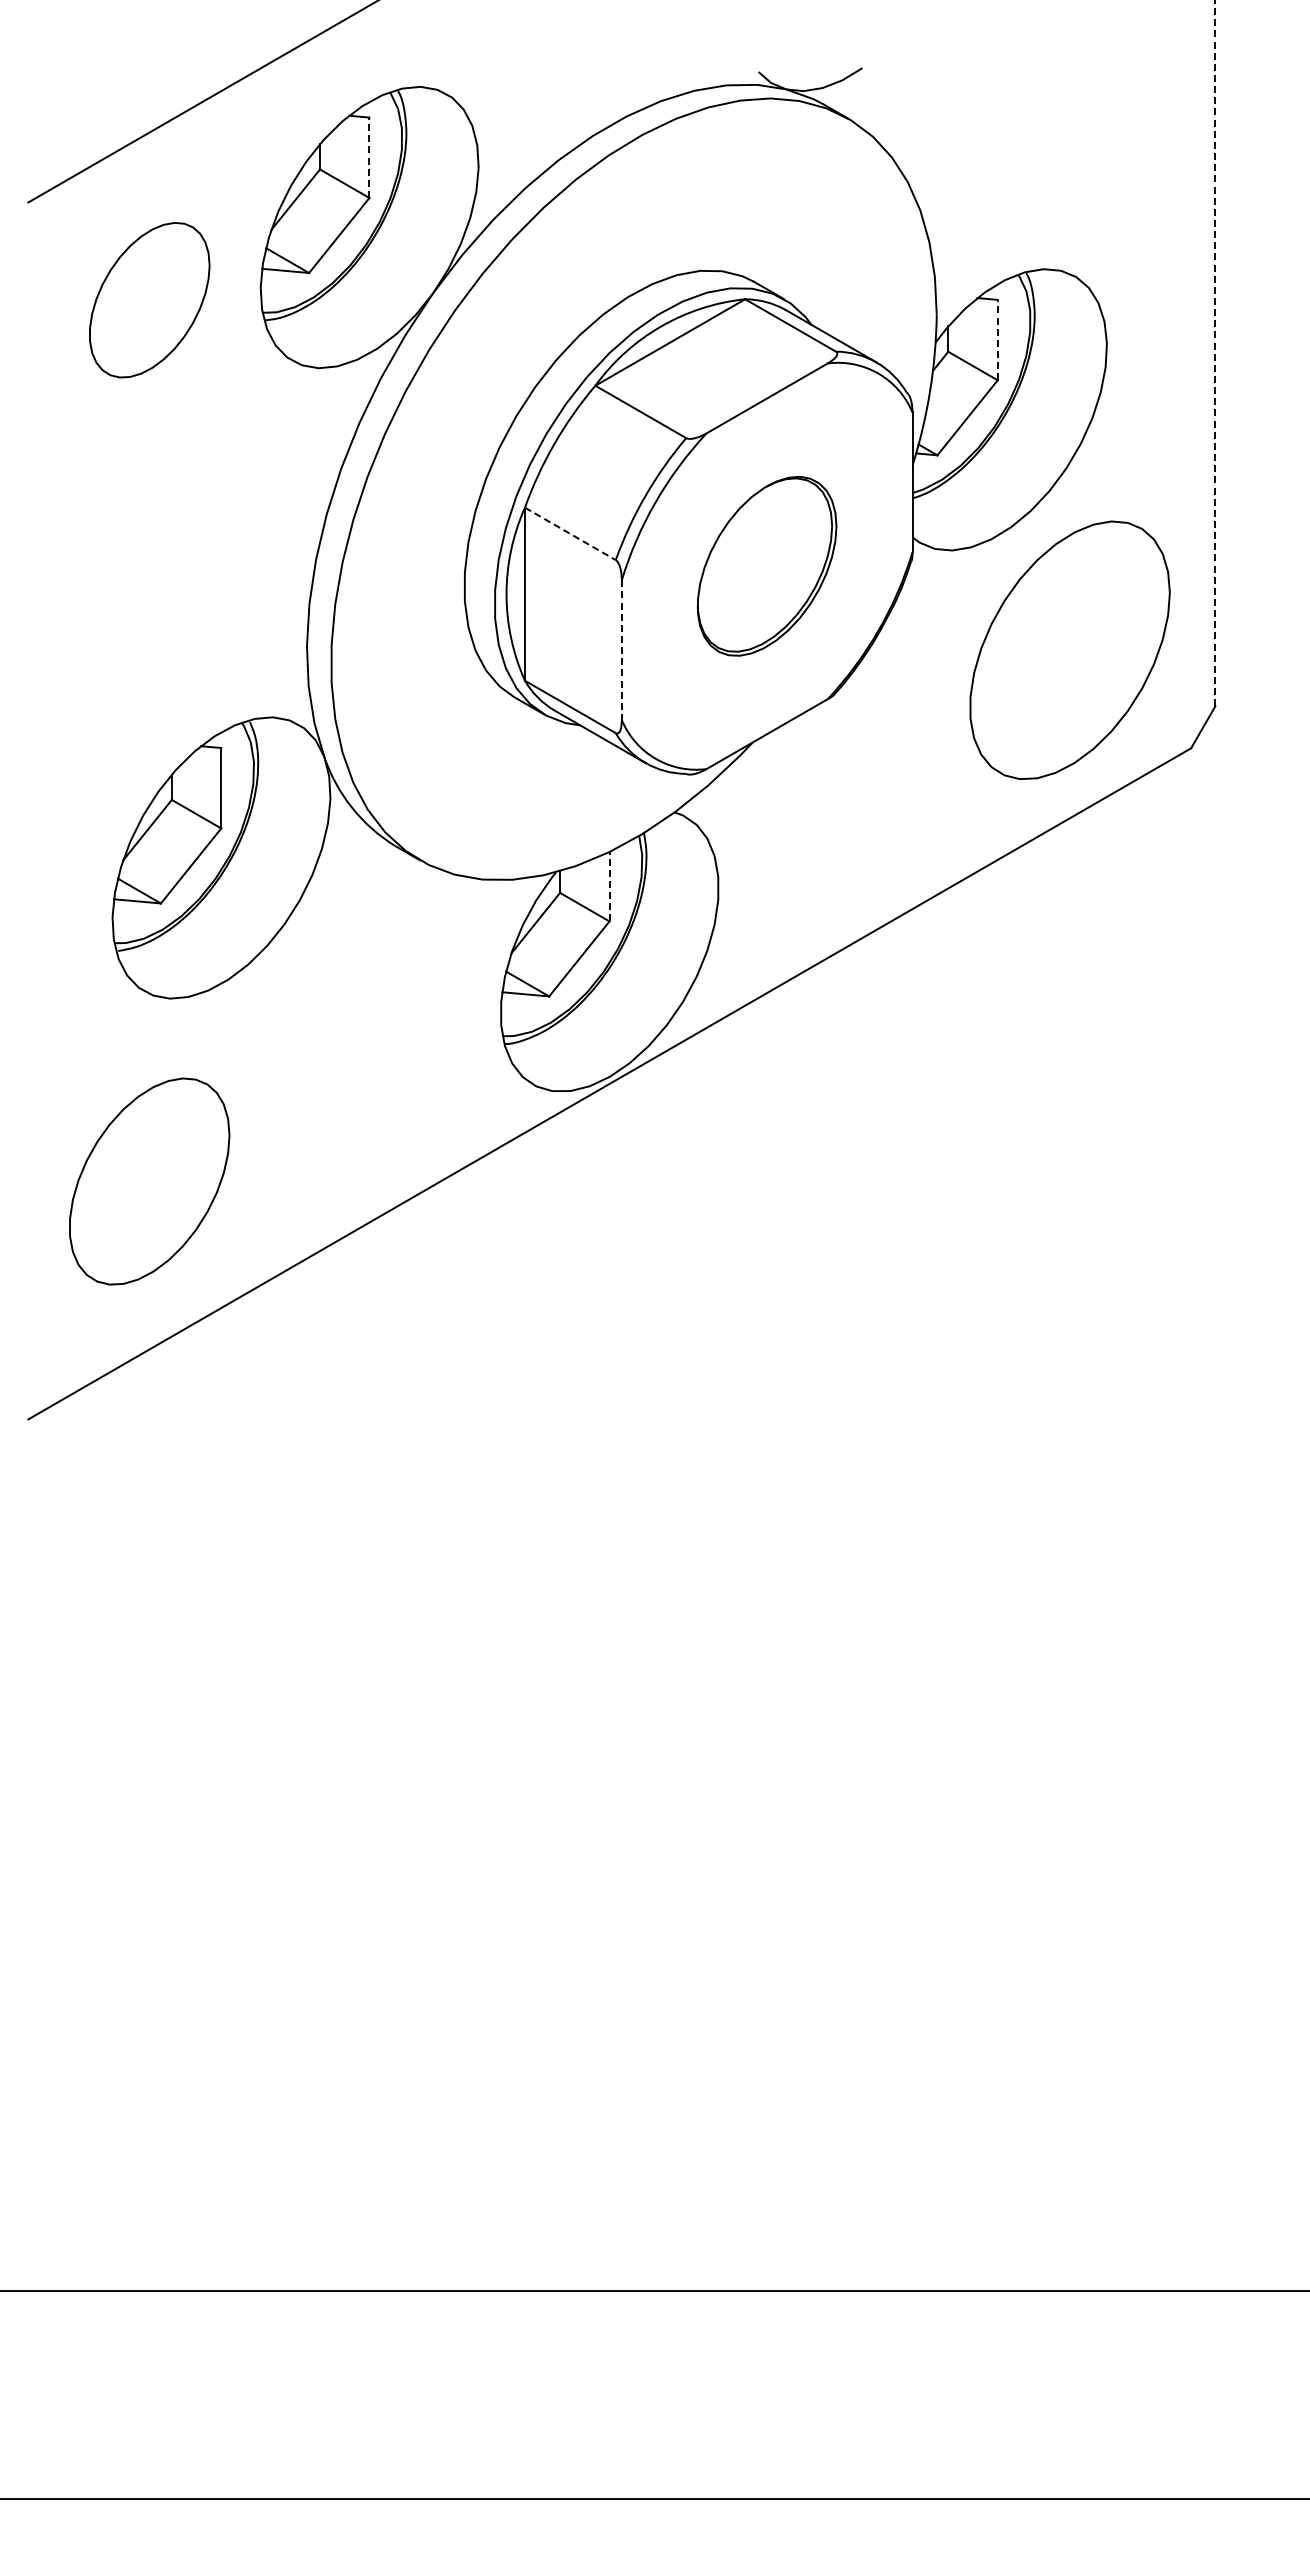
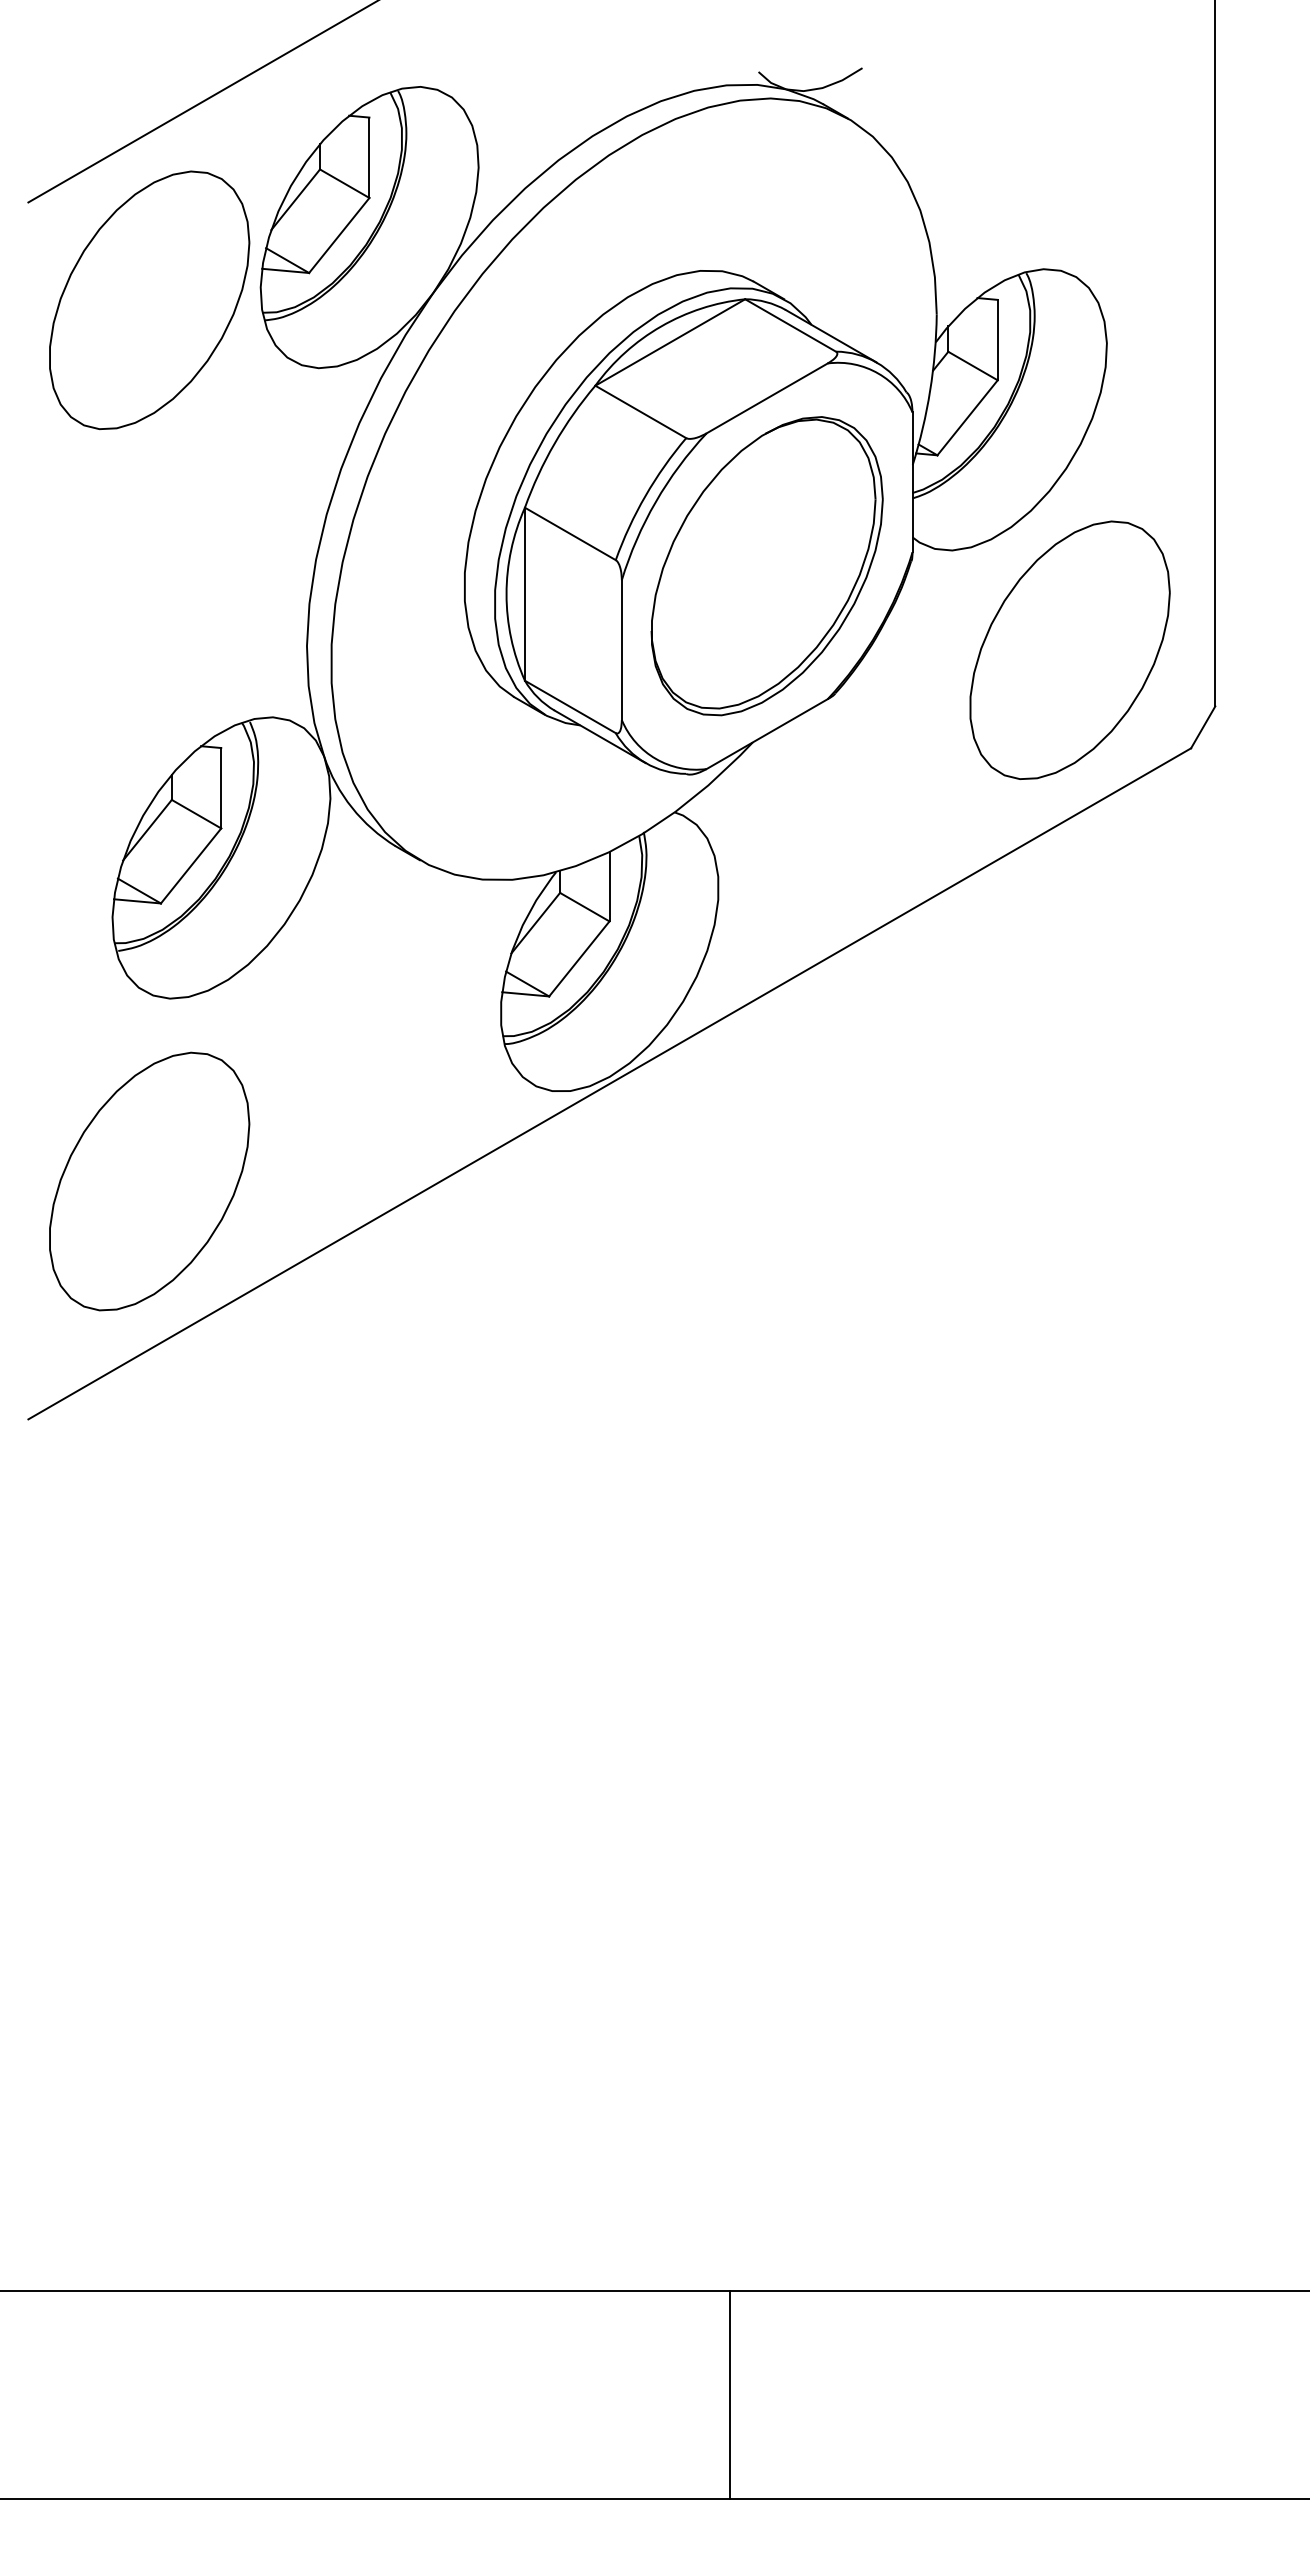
line at (369, 157): dashed -> solid
part at (149, 300) size: 122x157 px -> 202x260 px
line at (997, 339): dashed -> solid
line at (1215, 353): dashed -> solid
line at (570, 534): dashed -> solid
part at (766, 565) size: 142x182 px -> 234x301 px
line at (621, 650): dashed -> solid
line at (609, 886): dashed -> solid
part at (149, 1181) size: 162x209 px -> 202x261 px
line at (729, 2394): none -> present
